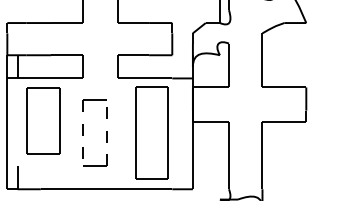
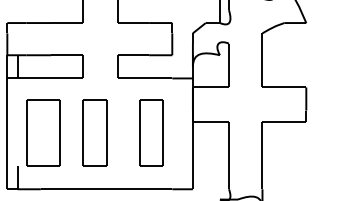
part at (43, 120) position: (43, 120) -> (43, 132)
part at (151, 132) size: 34x94 px -> 25x68 px
line at (83, 133): dashed -> solid
line at (106, 133): dashed -> solid
